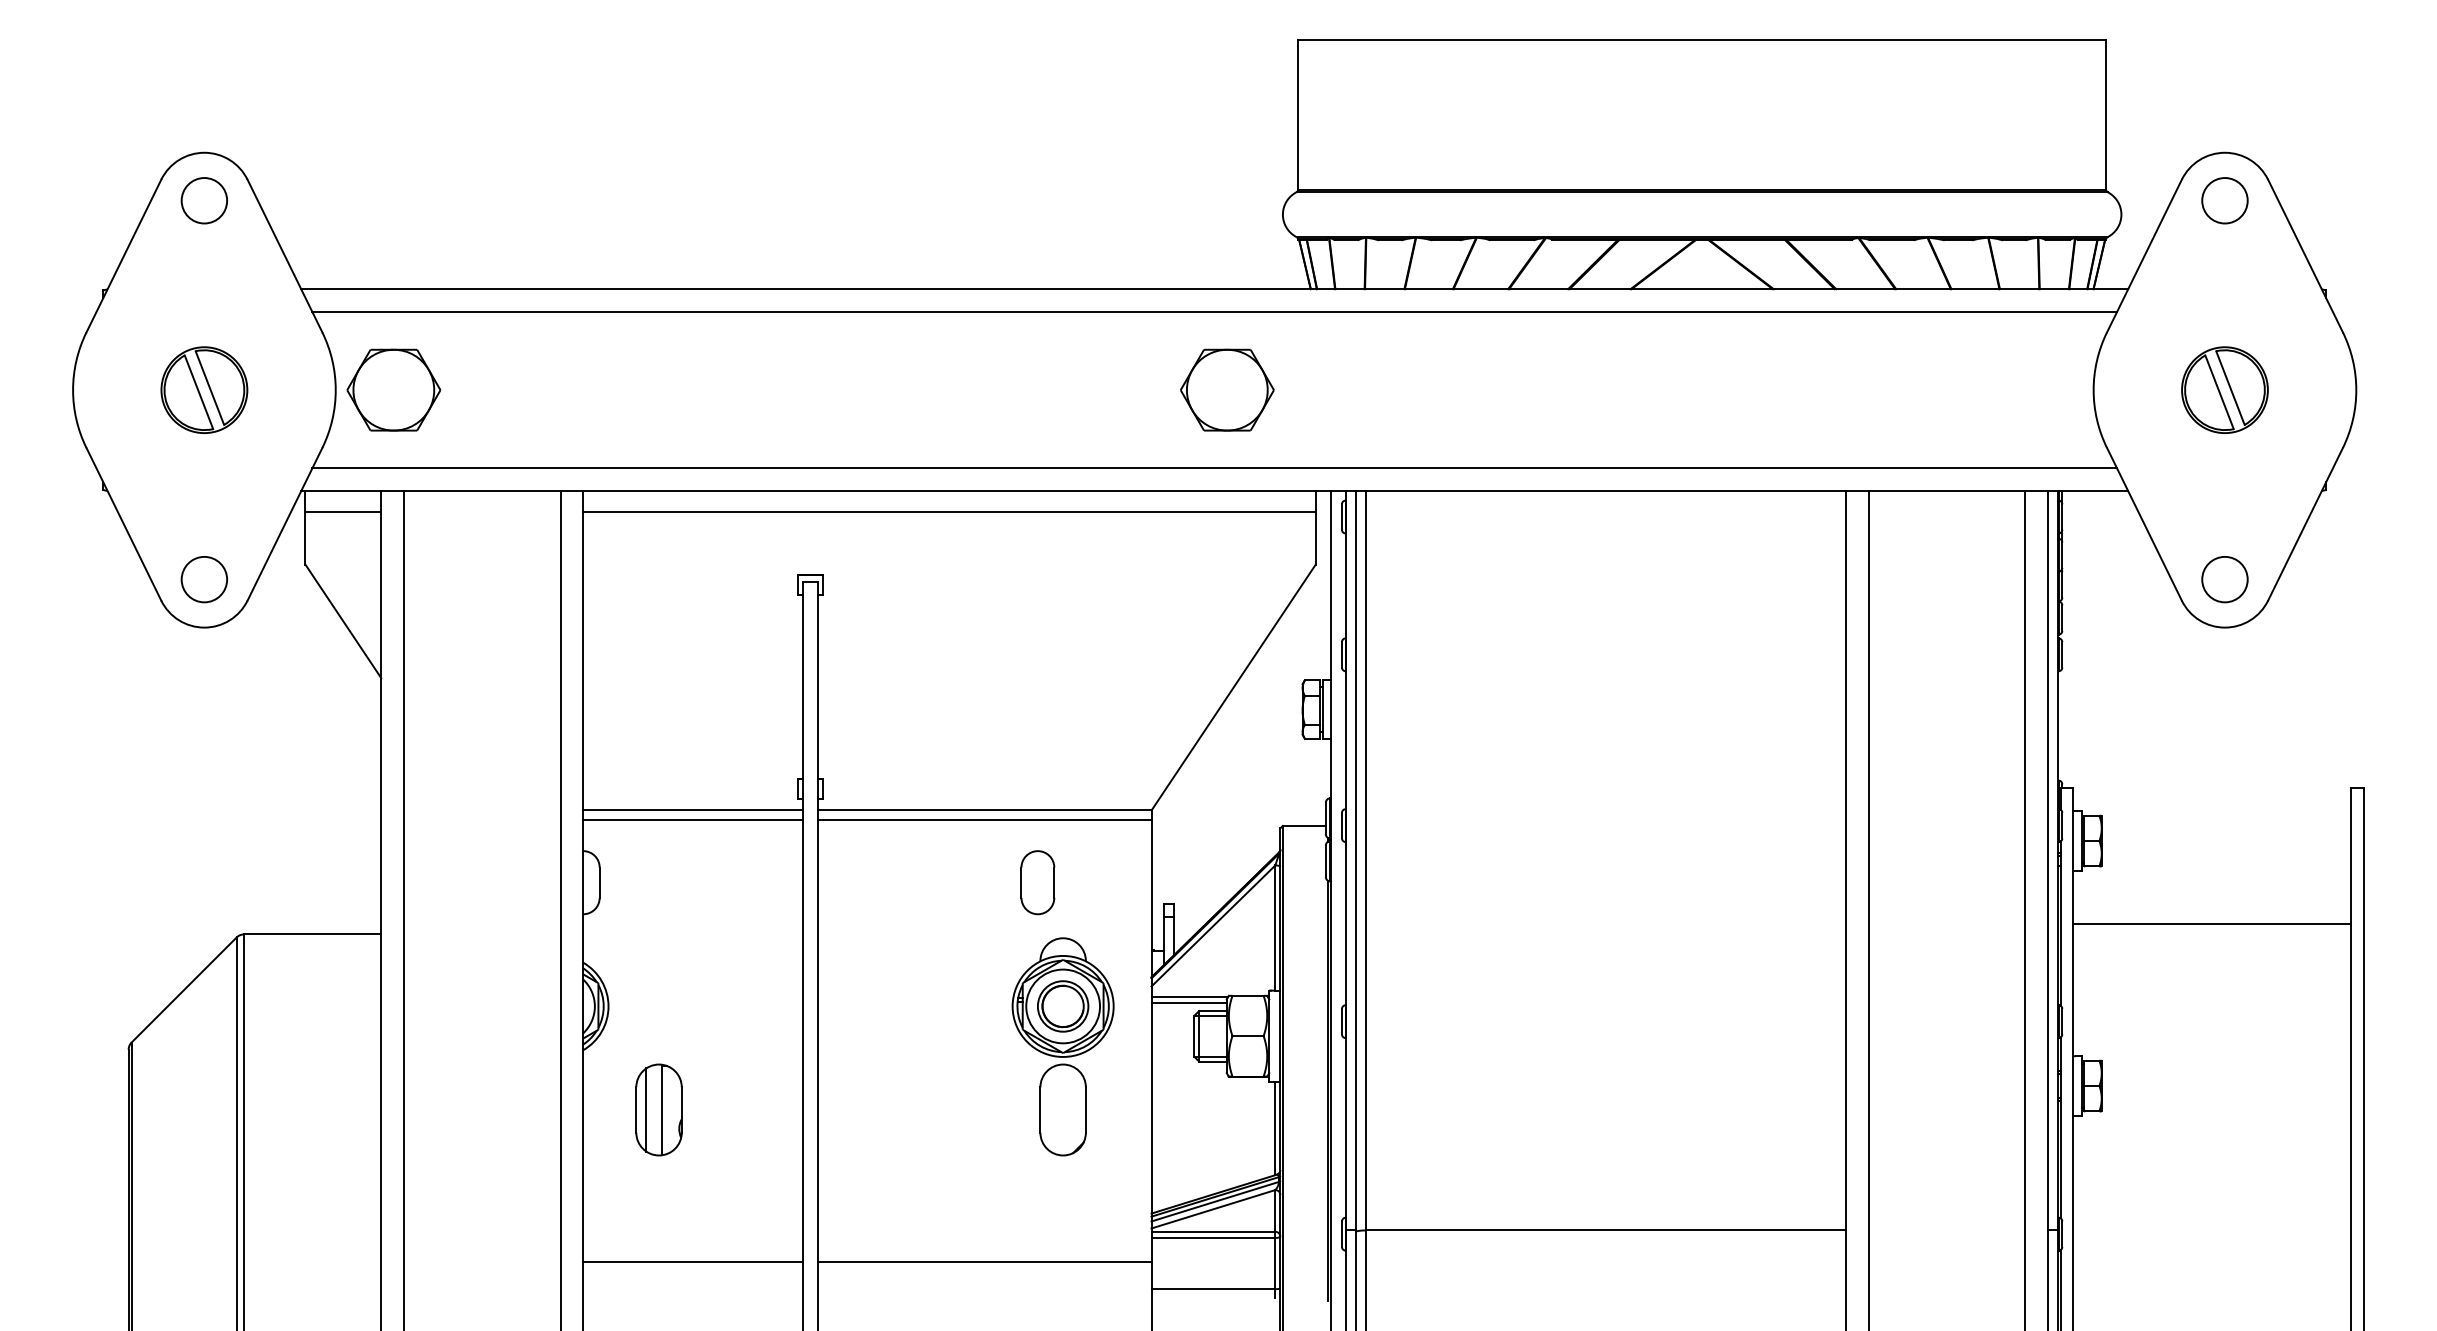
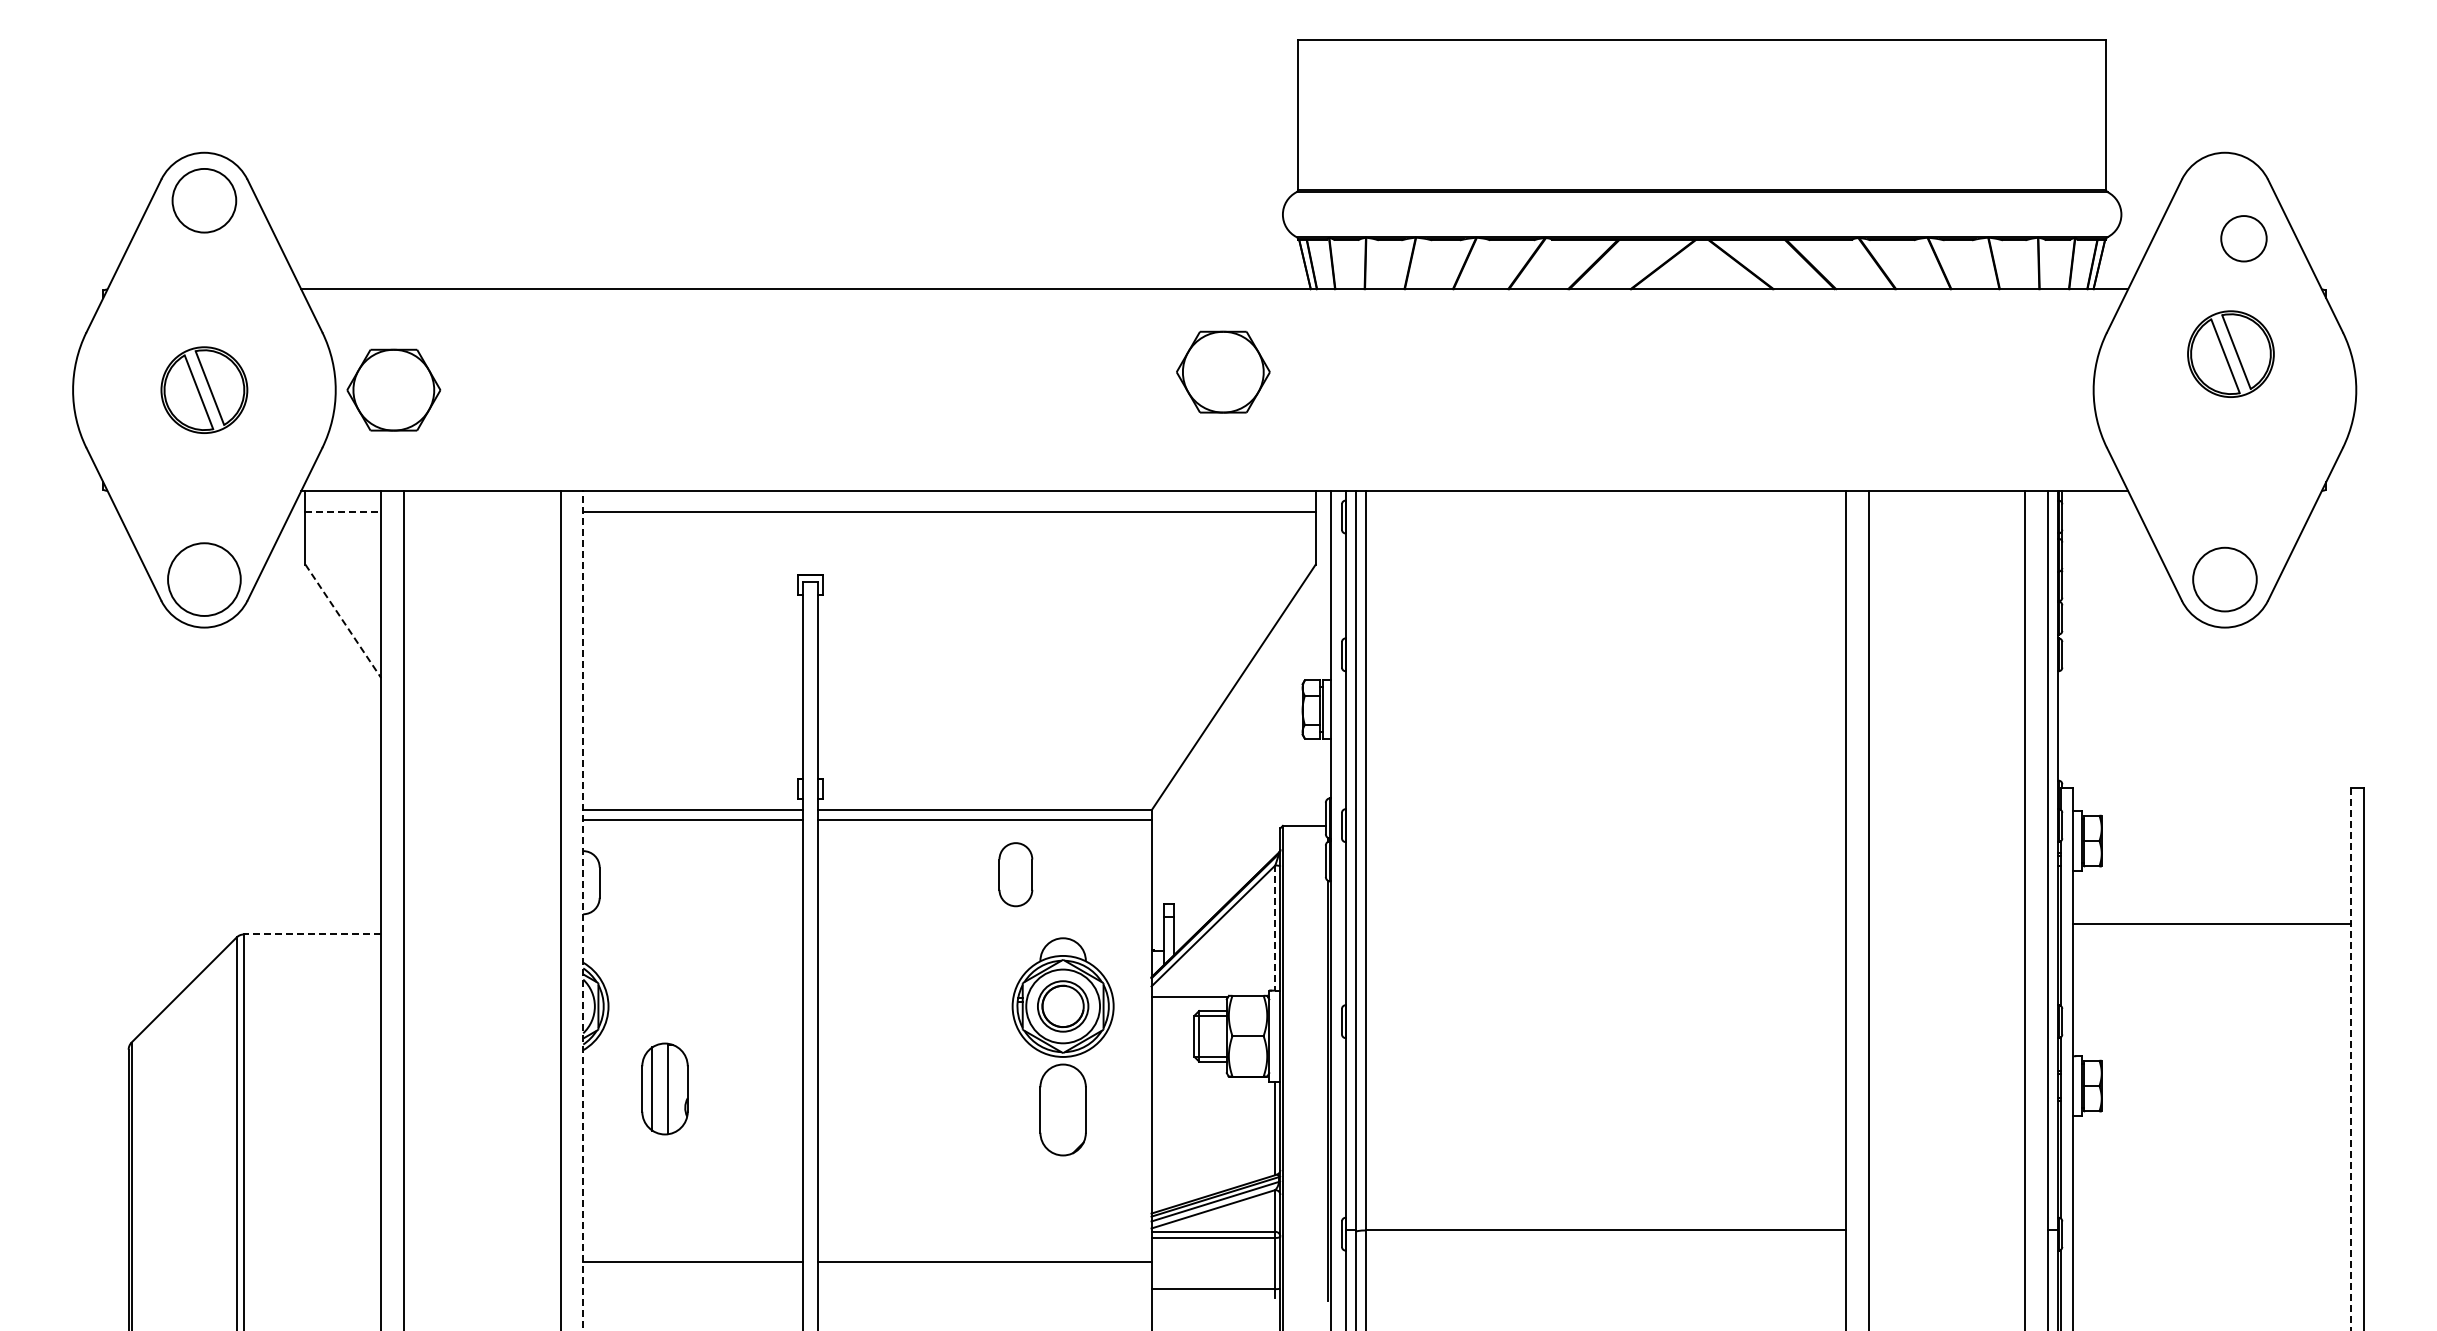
circle at (204, 200) diameter: 45 px -> 64 px
circle at (2224, 200) position: (2224, 200) -> (2243, 238)
line at (1214, 311): present -> none
part at (1227, 389) position: (1227, 389) -> (1223, 371)
part at (2224, 389) position: (2224, 389) -> (2230, 353)
line at (1214, 468): present -> none
line at (343, 512): solid -> dashed
circle at (204, 579) diameter: 45 px -> 73 px
circle at (2224, 579) diameter: 45 px -> 64 px
line at (343, 621): solid -> dashed
part at (1037, 882) position: (1037, 882) -> (1015, 874)
line at (583, 910): solid -> dashed
line at (1275, 928): solid -> dashed
line at (312, 934): solid -> dashed
line at (1188, 1002): present -> none
line at (2351, 1059): solid -> dashed
part at (658, 1109) position: (658, 1109) -> (664, 1088)
